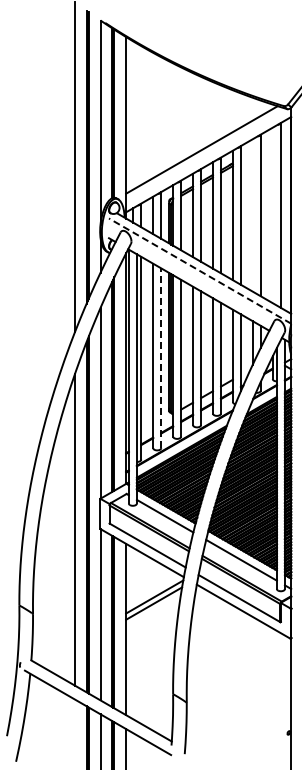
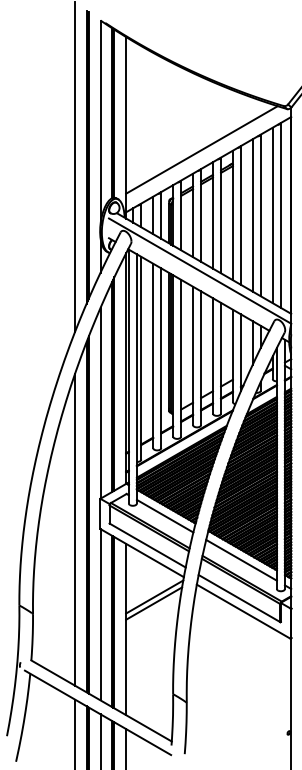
line at (252, 215): none -> present
line at (272, 215): none -> present
line at (199, 270): dashed -> solid
line at (161, 358): dashed -> solid
line at (74, 732): none -> present
